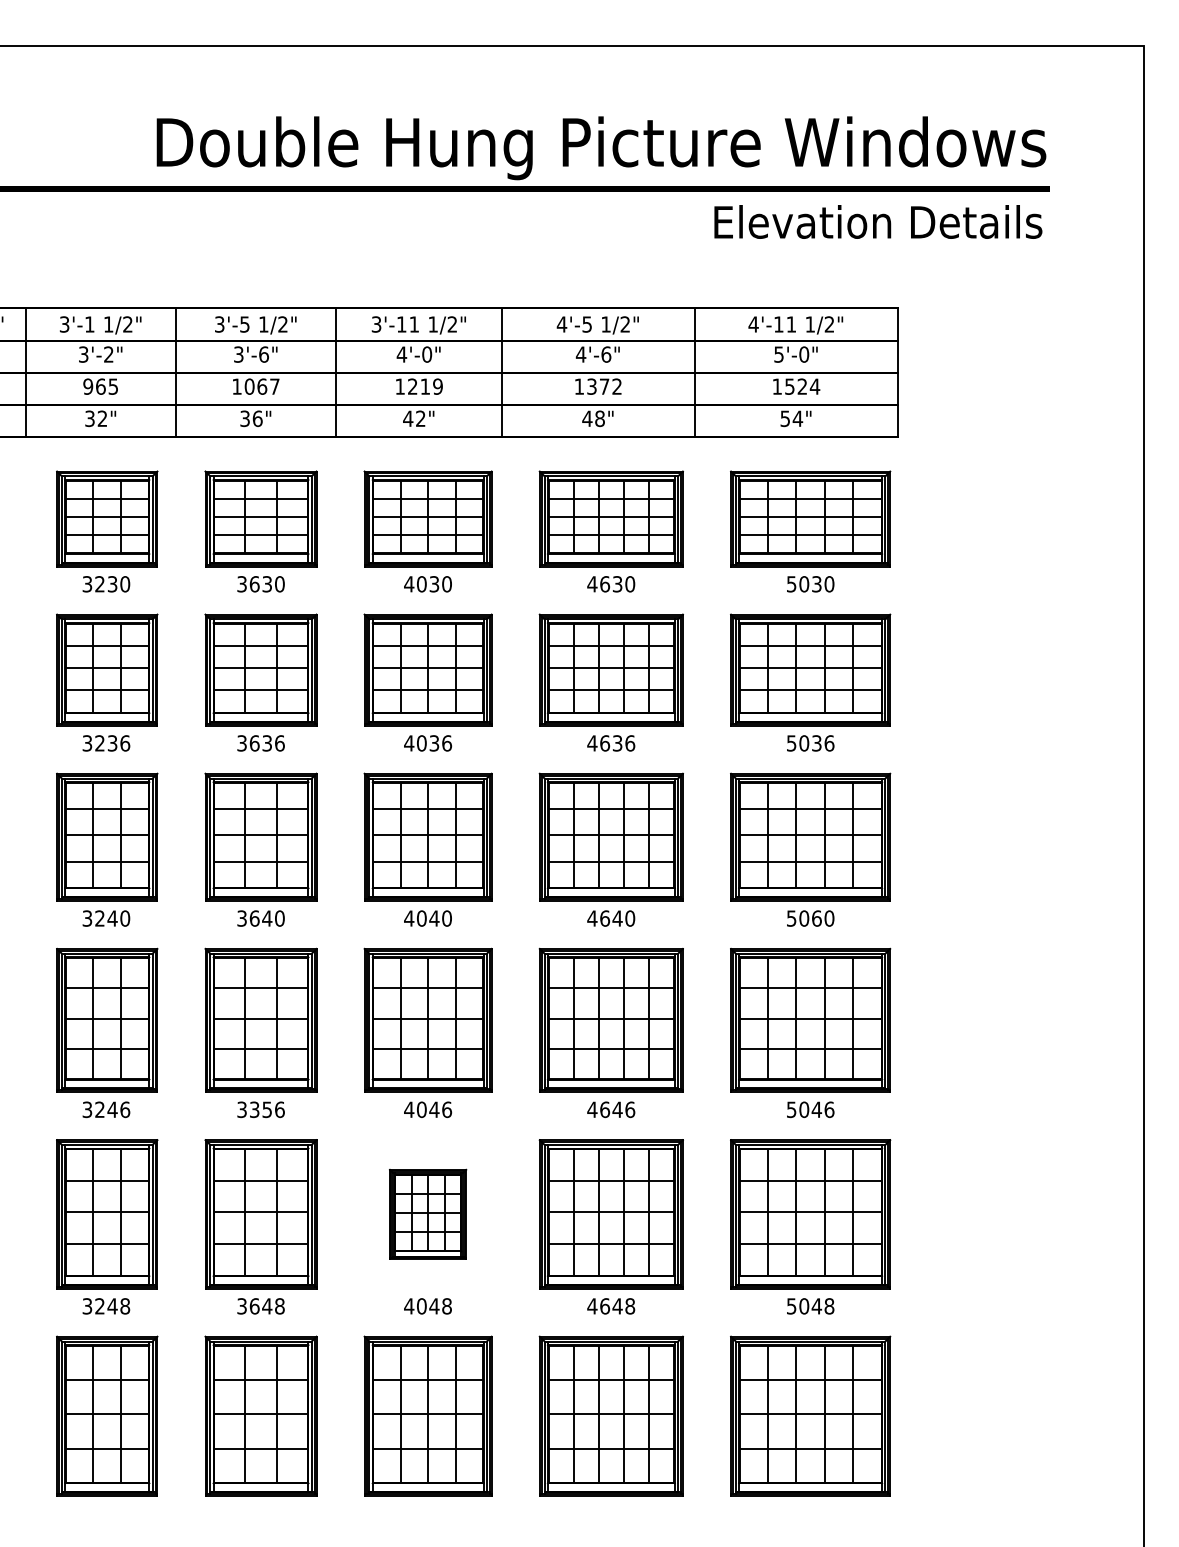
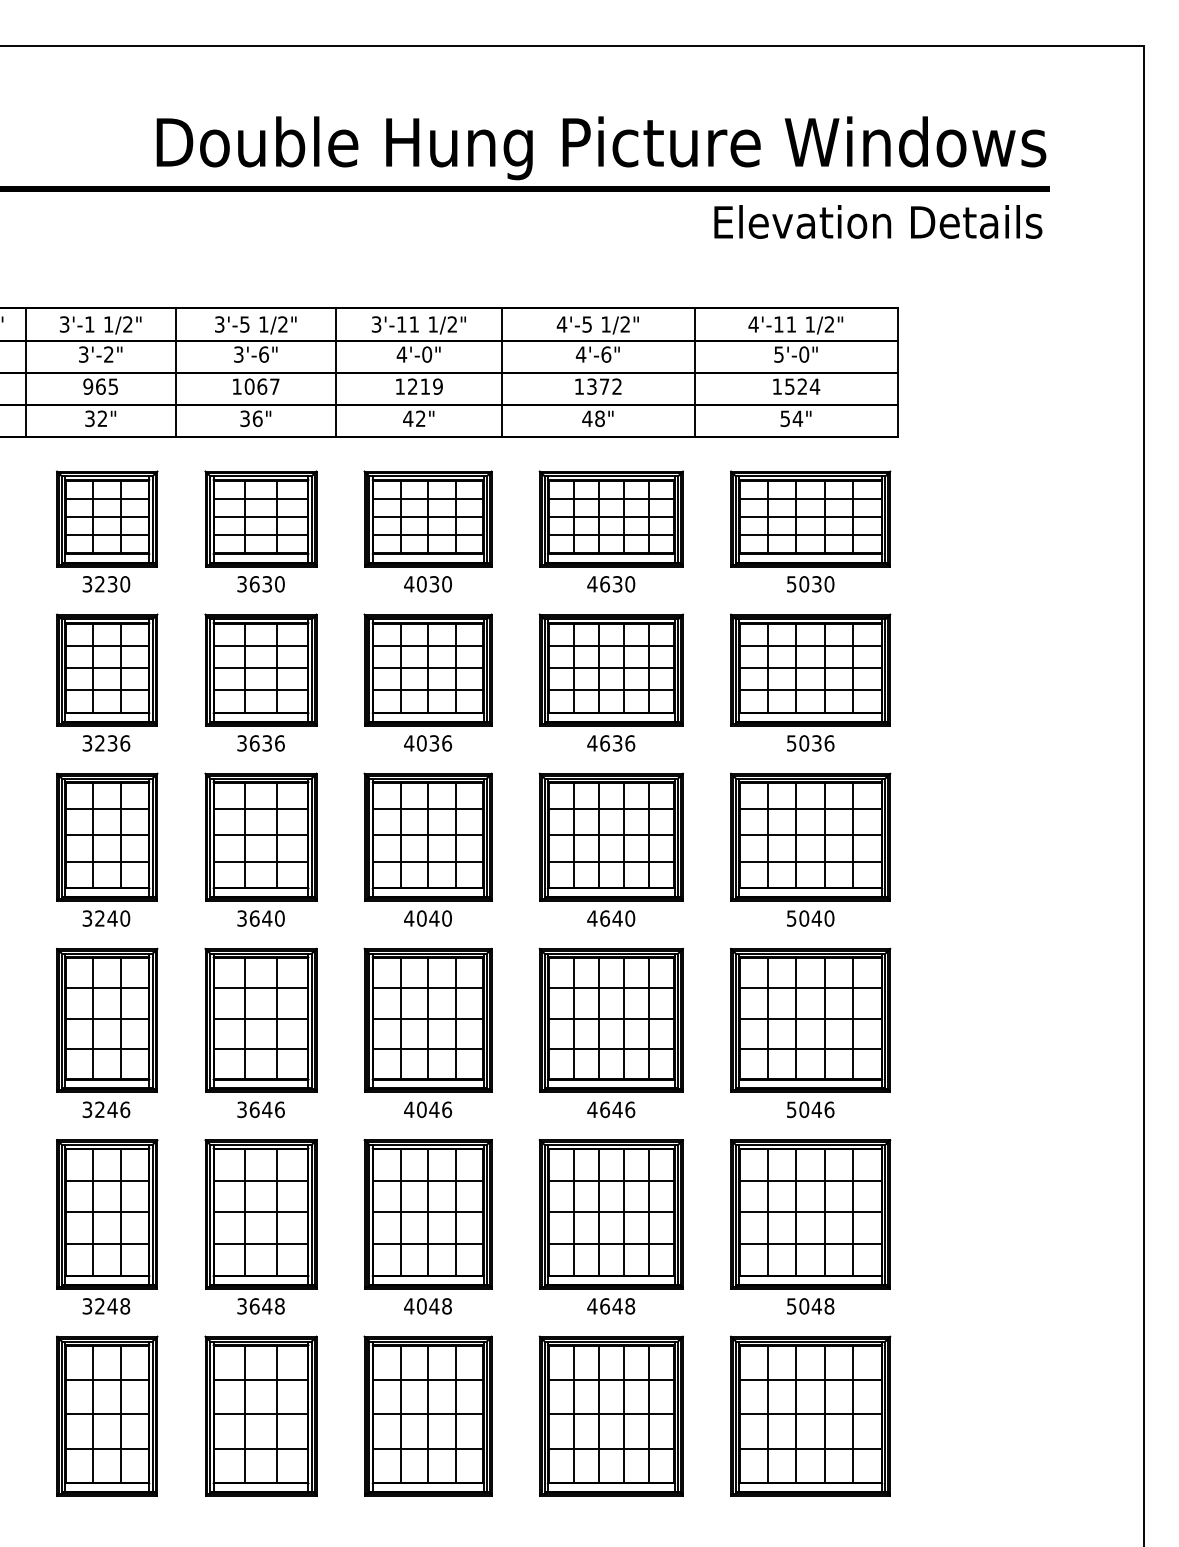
text at (816, 918): 5060 -> 5040
text at (260, 1109): 3356 -> 3646
part at (428, 1213) size: 79x92 px -> 130x151 px
